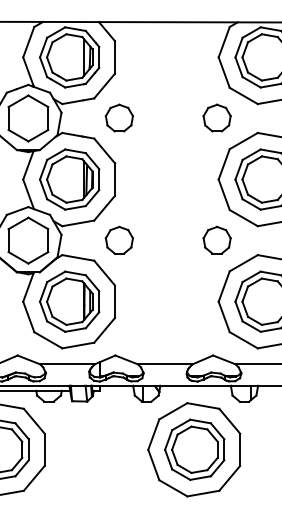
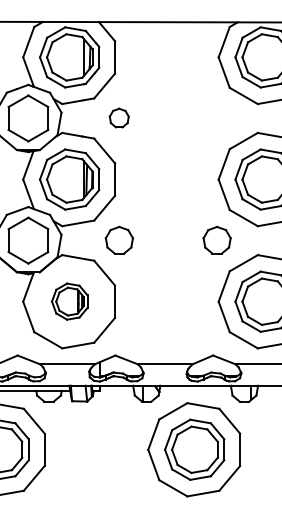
part at (118, 117) size: 30x30 px -> 22x22 px
part at (216, 117): present -> none
part at (69, 301) size: 62x63 px -> 38x39 px
